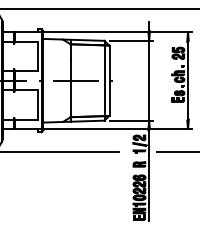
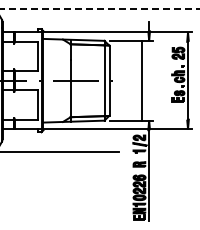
line at (99, 9): solid -> dashed
line at (149, 80) position: (149, 80) -> (142, 80)
line at (176, 152): present -> none
